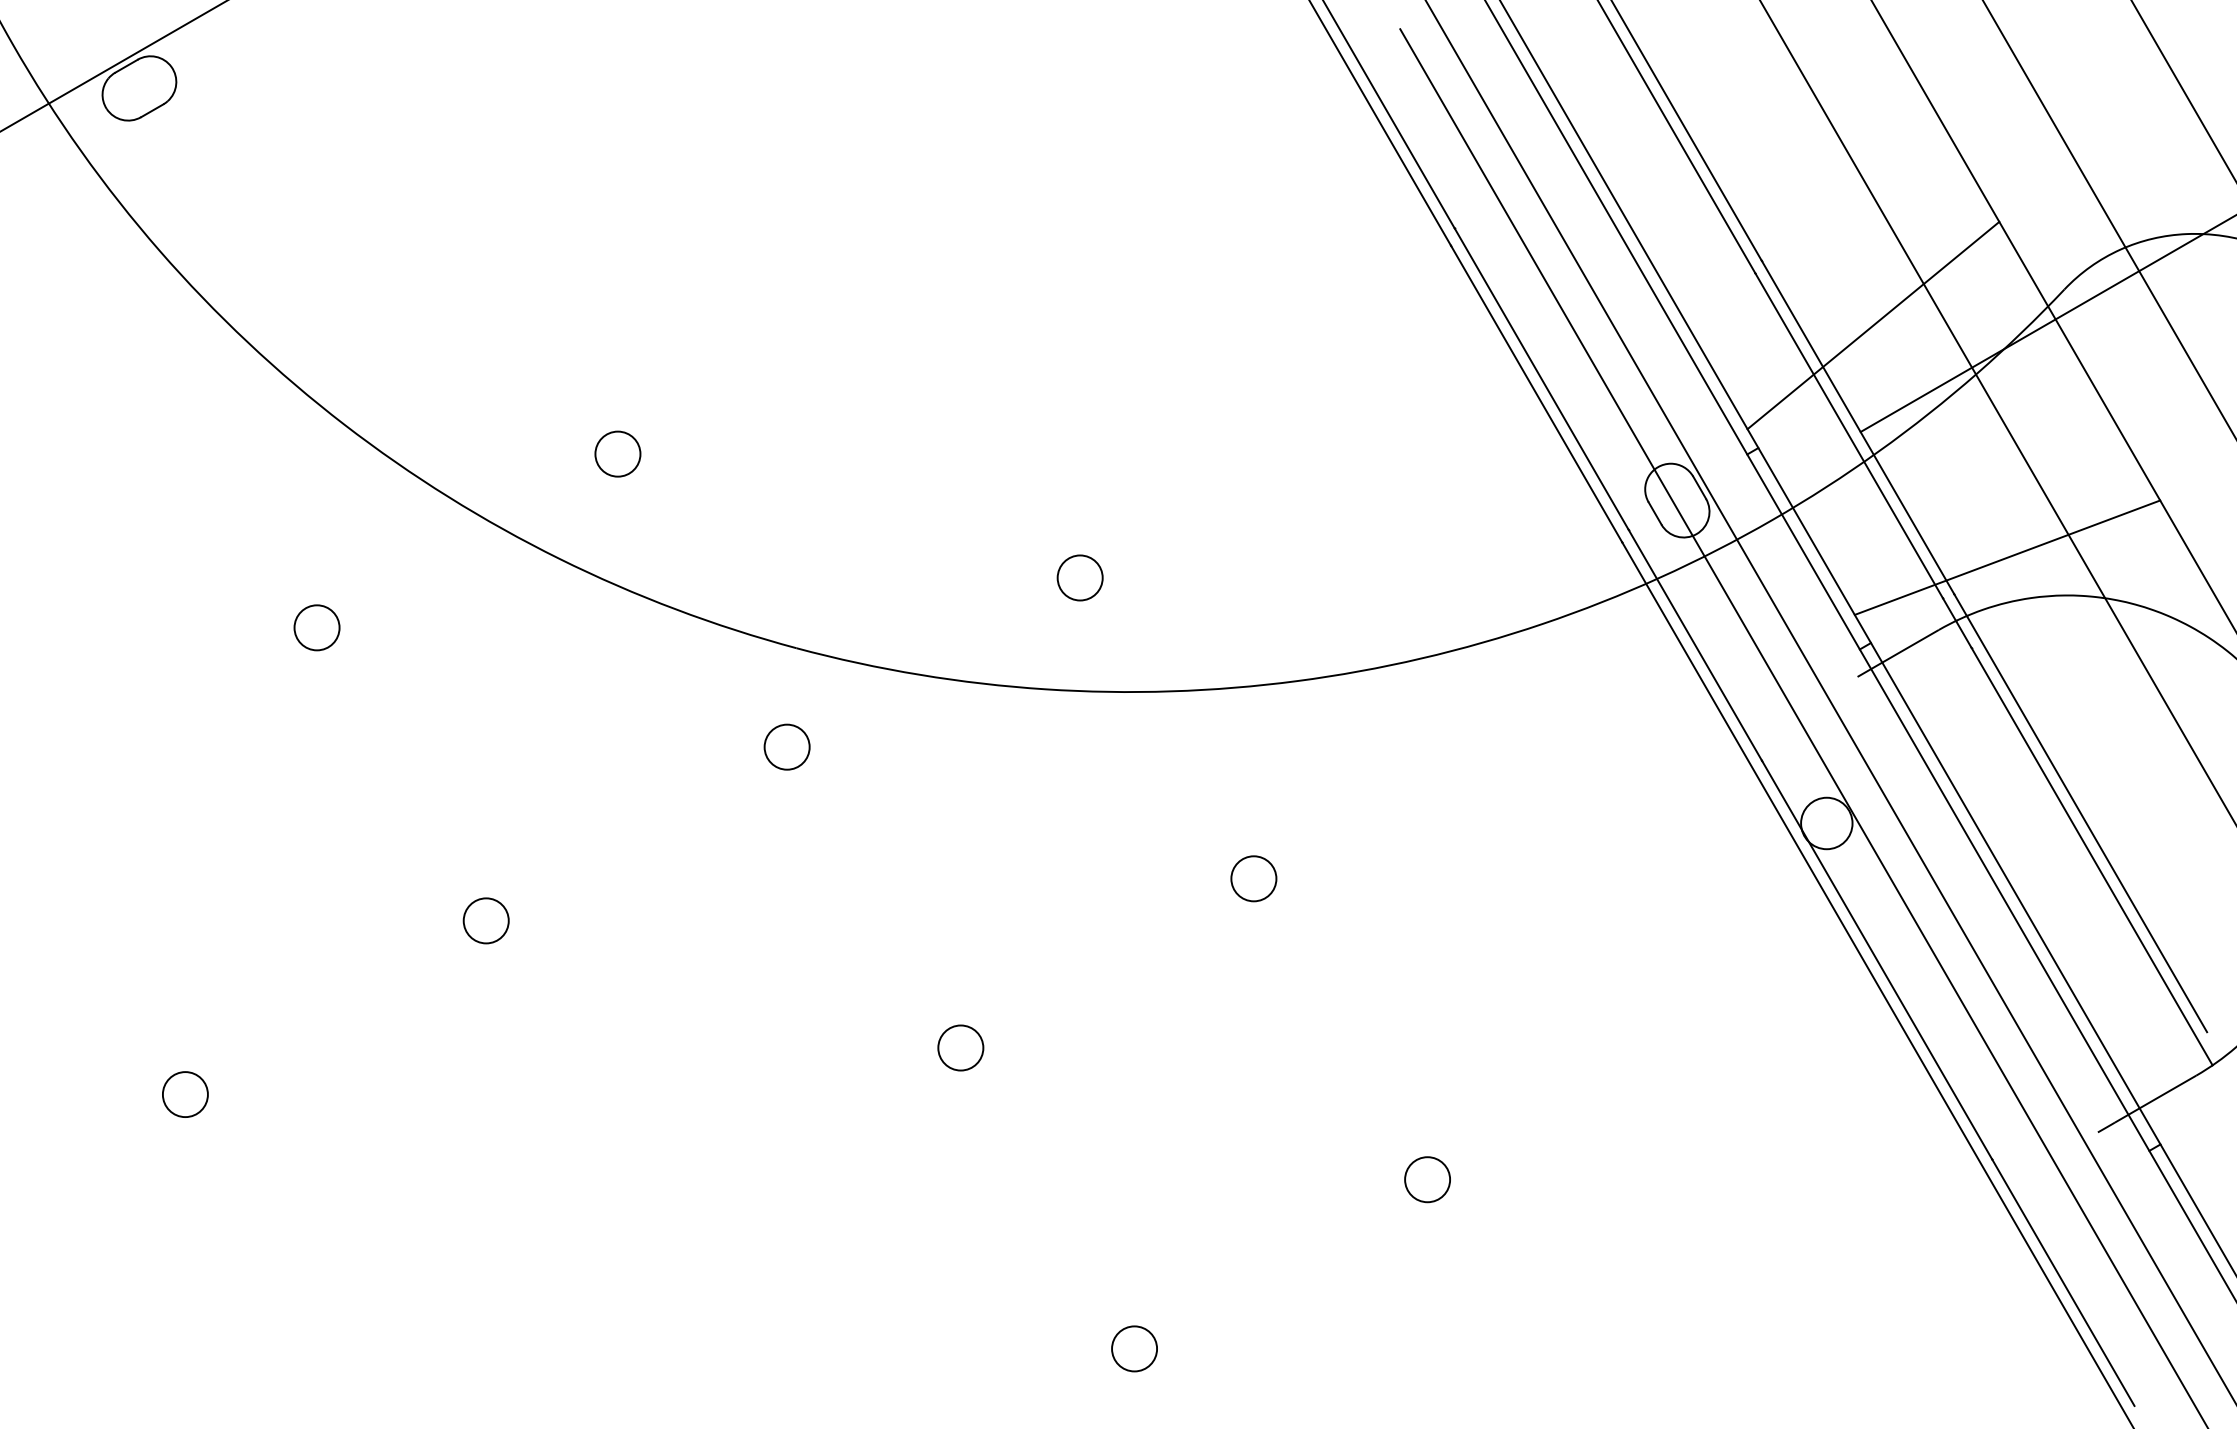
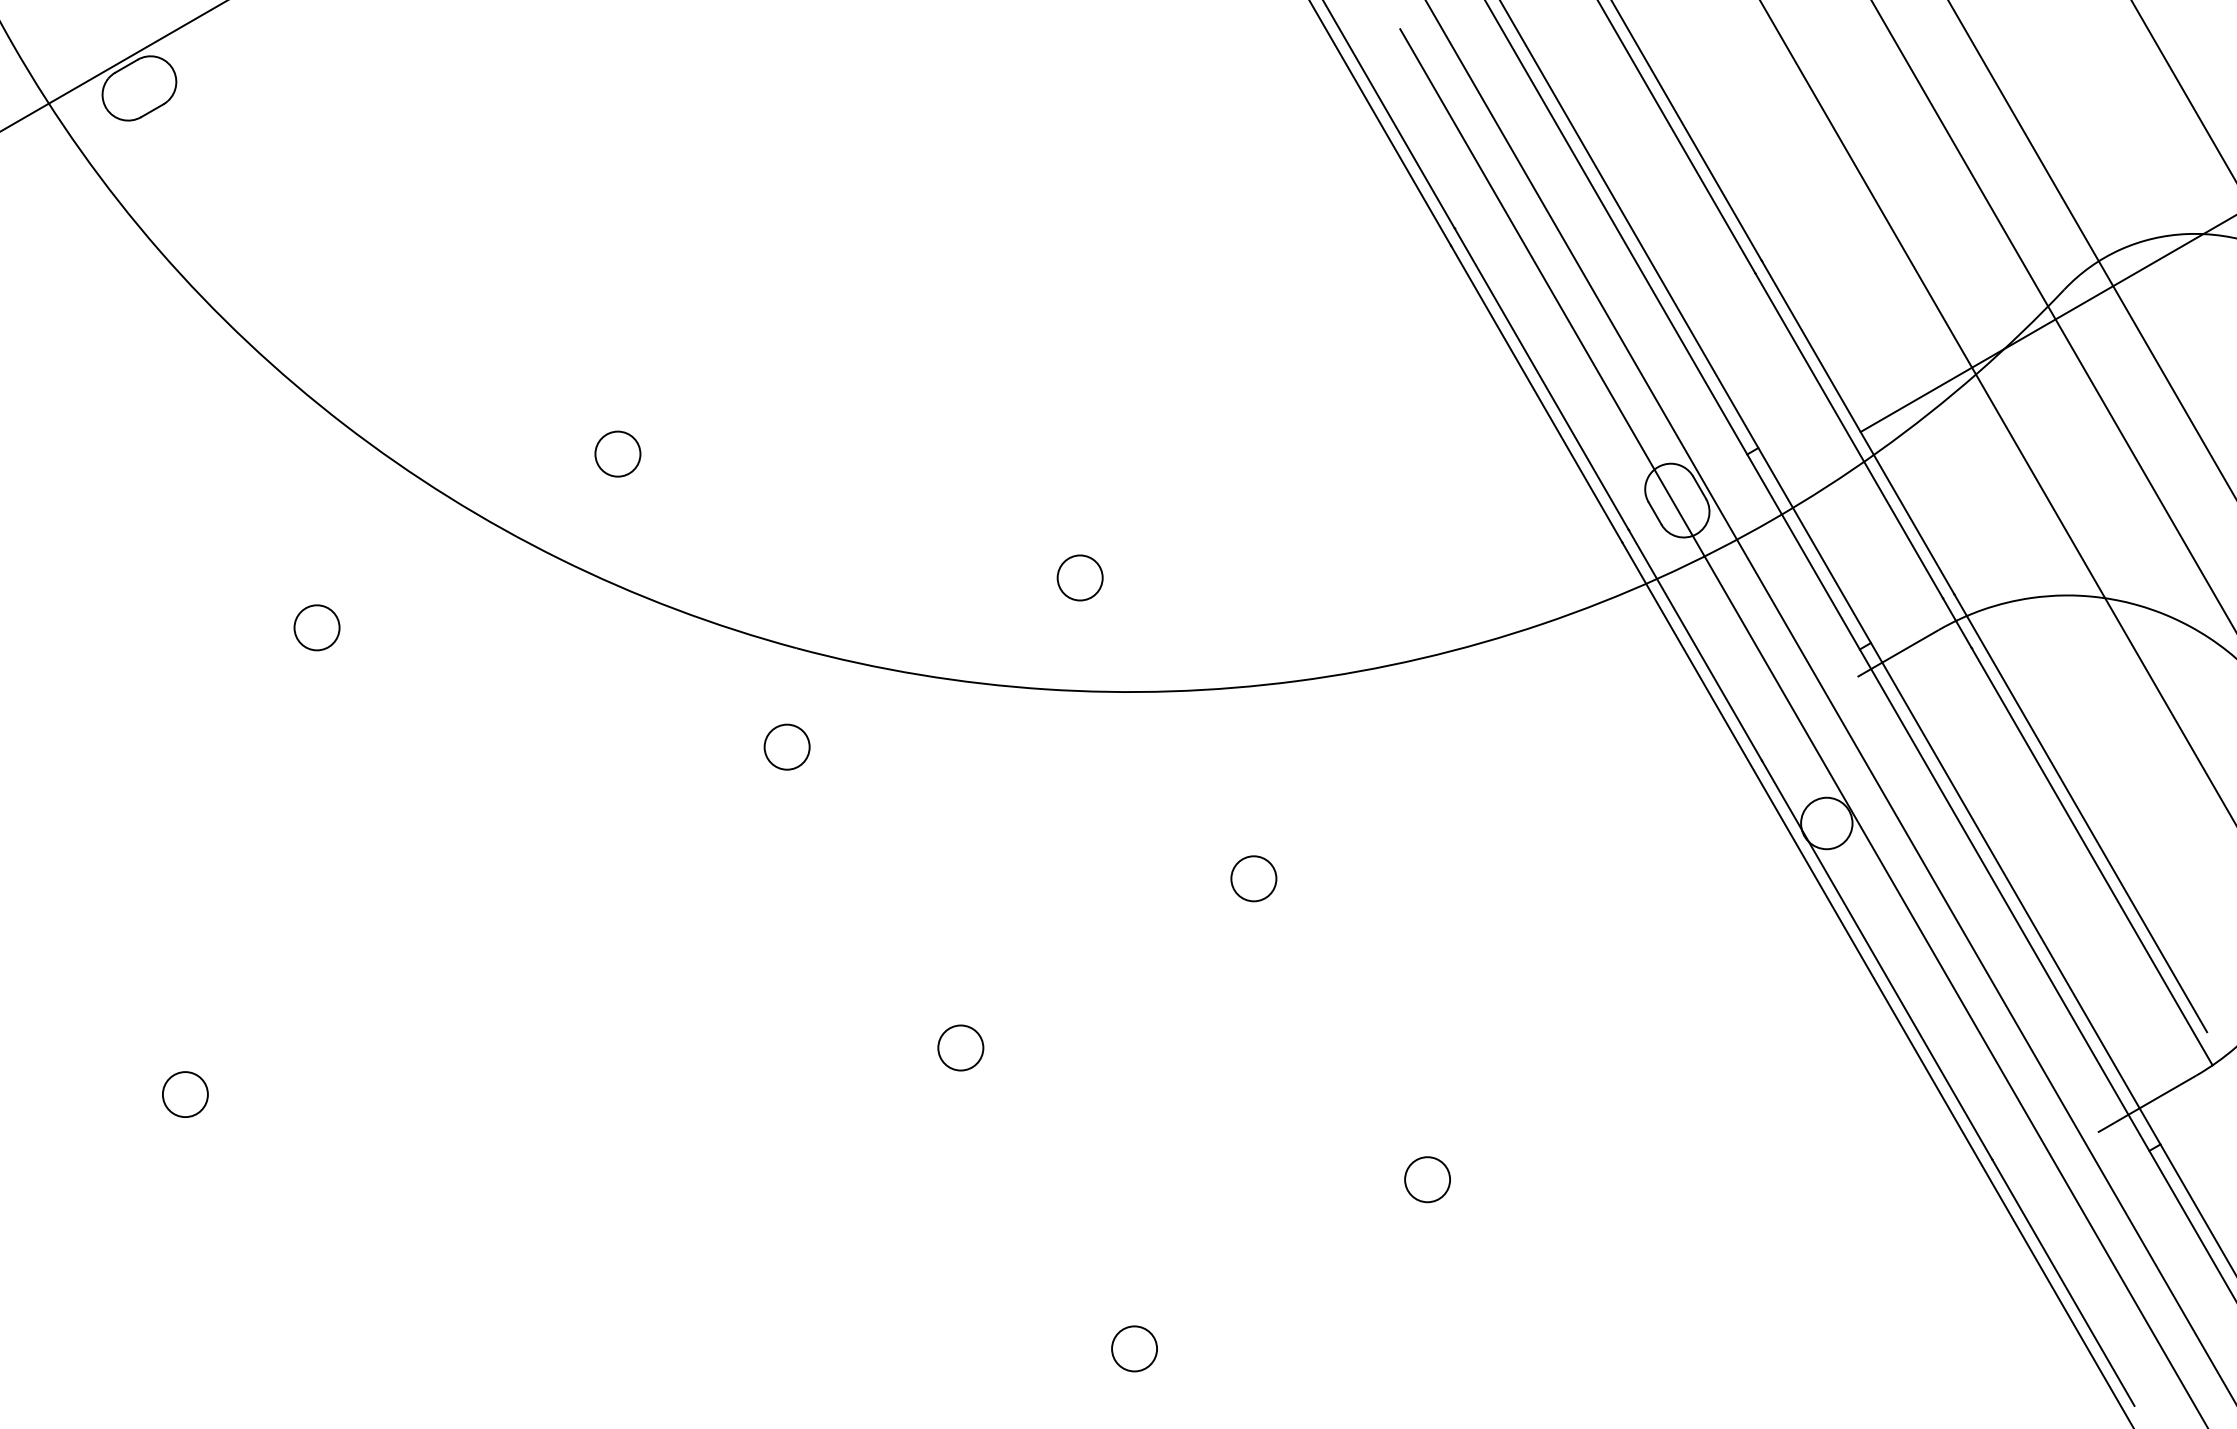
line at (2108, 218) position: (2108, 218) -> (2091, 248)
line at (1873, 325): present -> none
line at (2007, 557): present -> none
circle at (485, 920): present -> none
